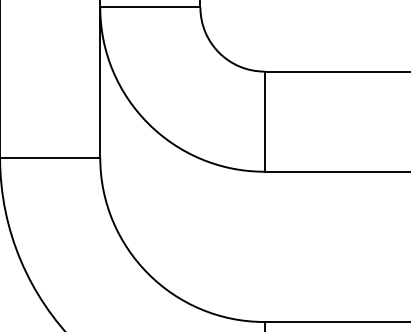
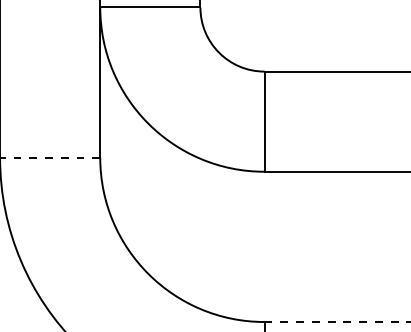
line at (49, 157): solid -> dashed
line at (337, 322): solid -> dashed
